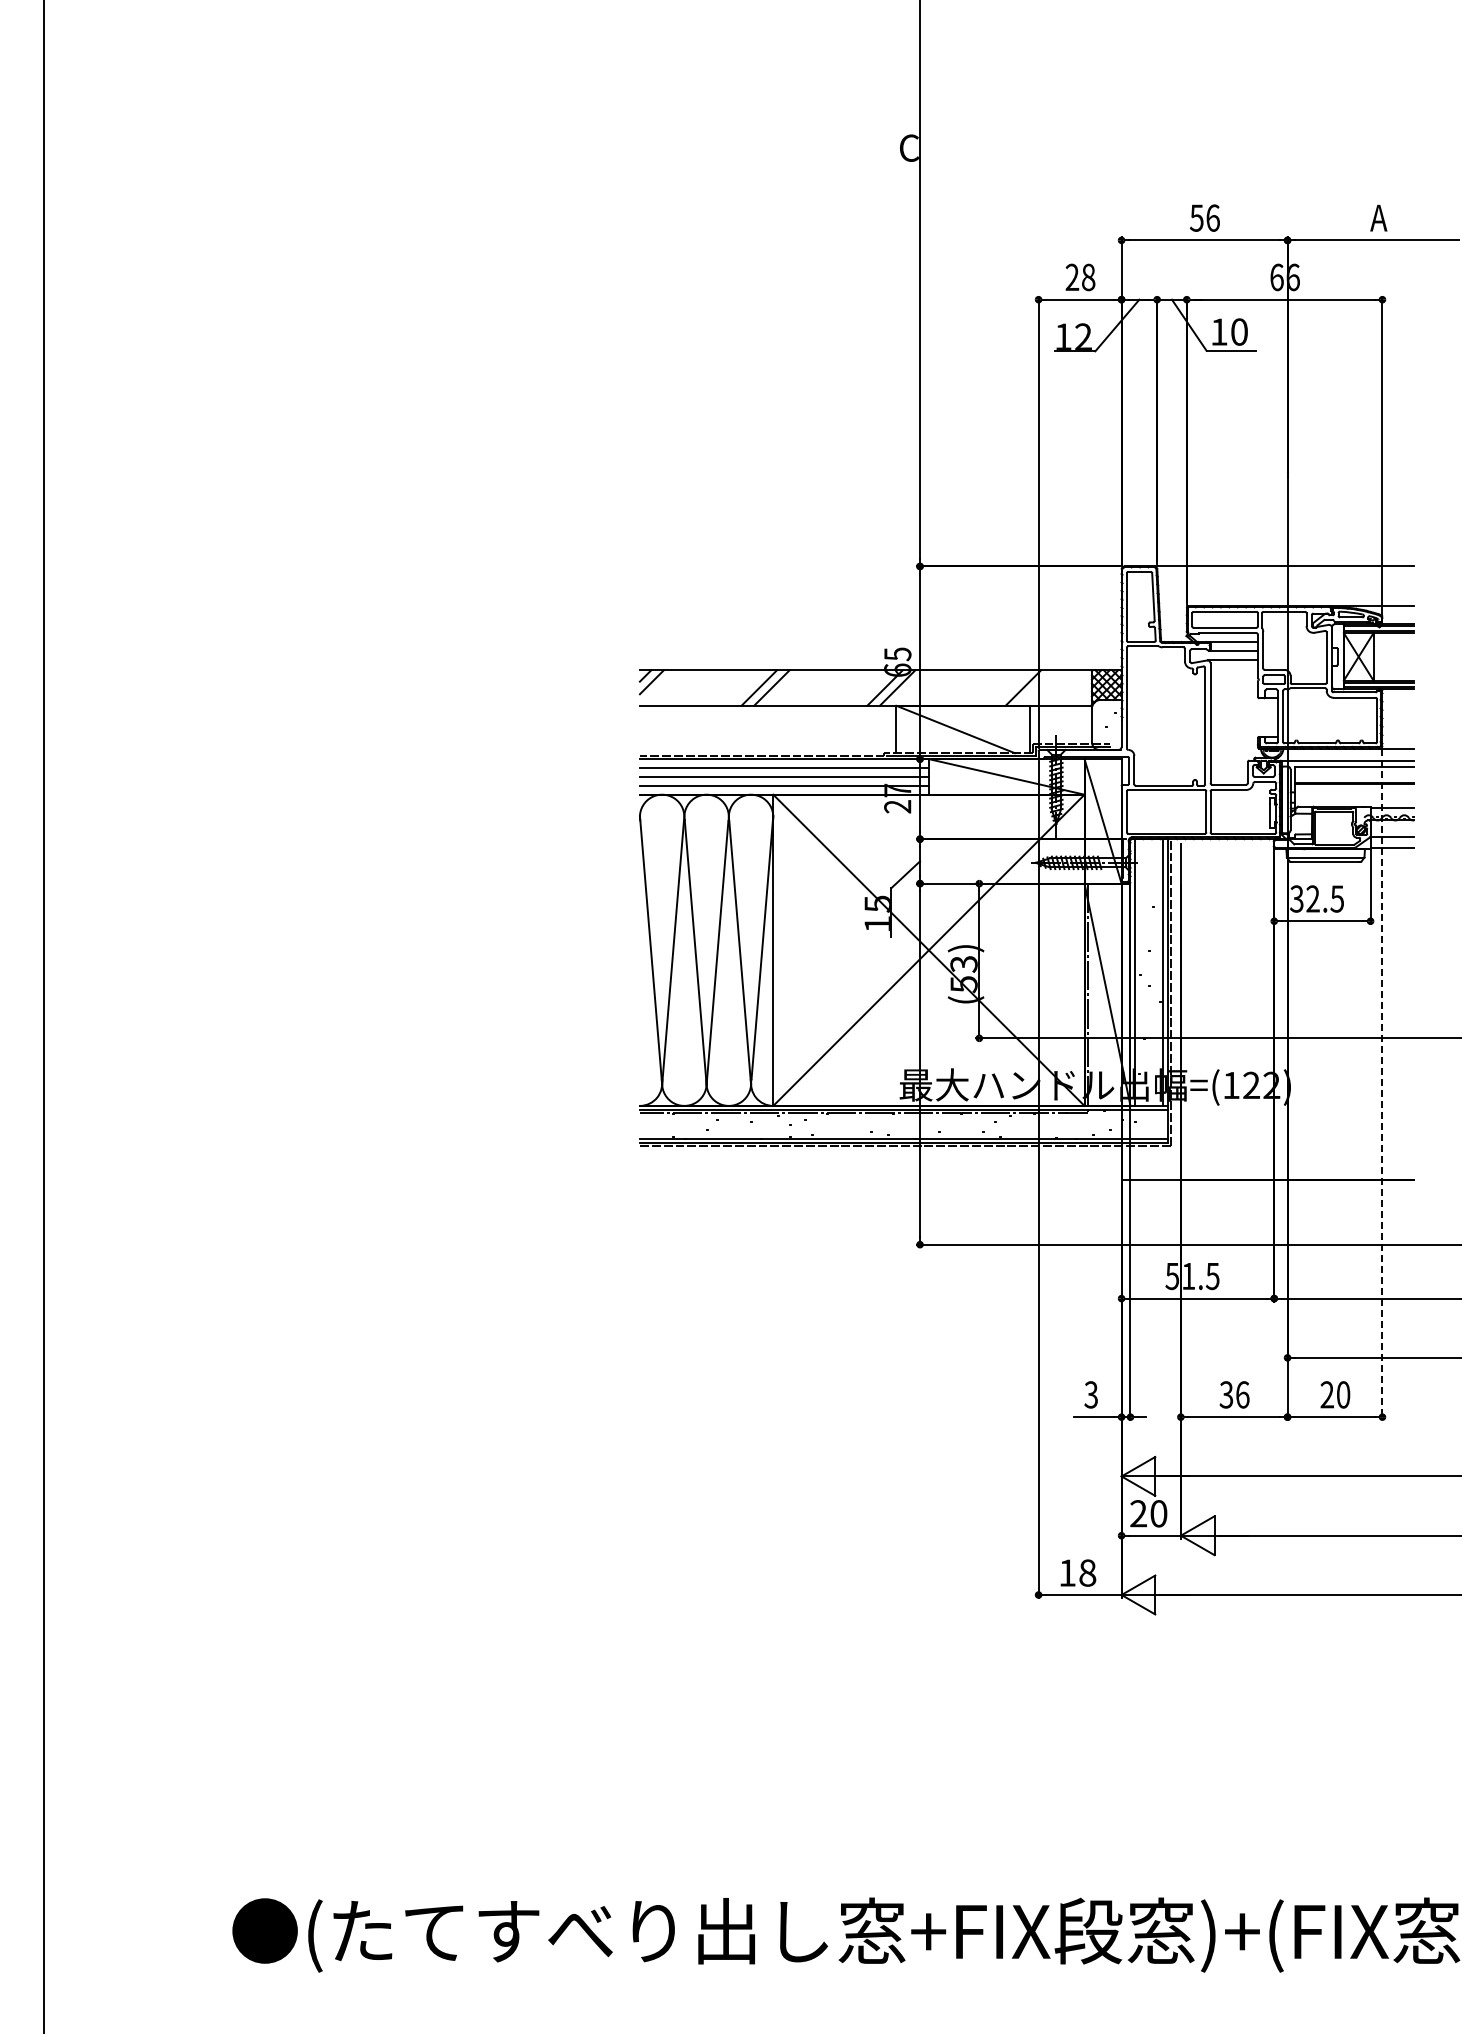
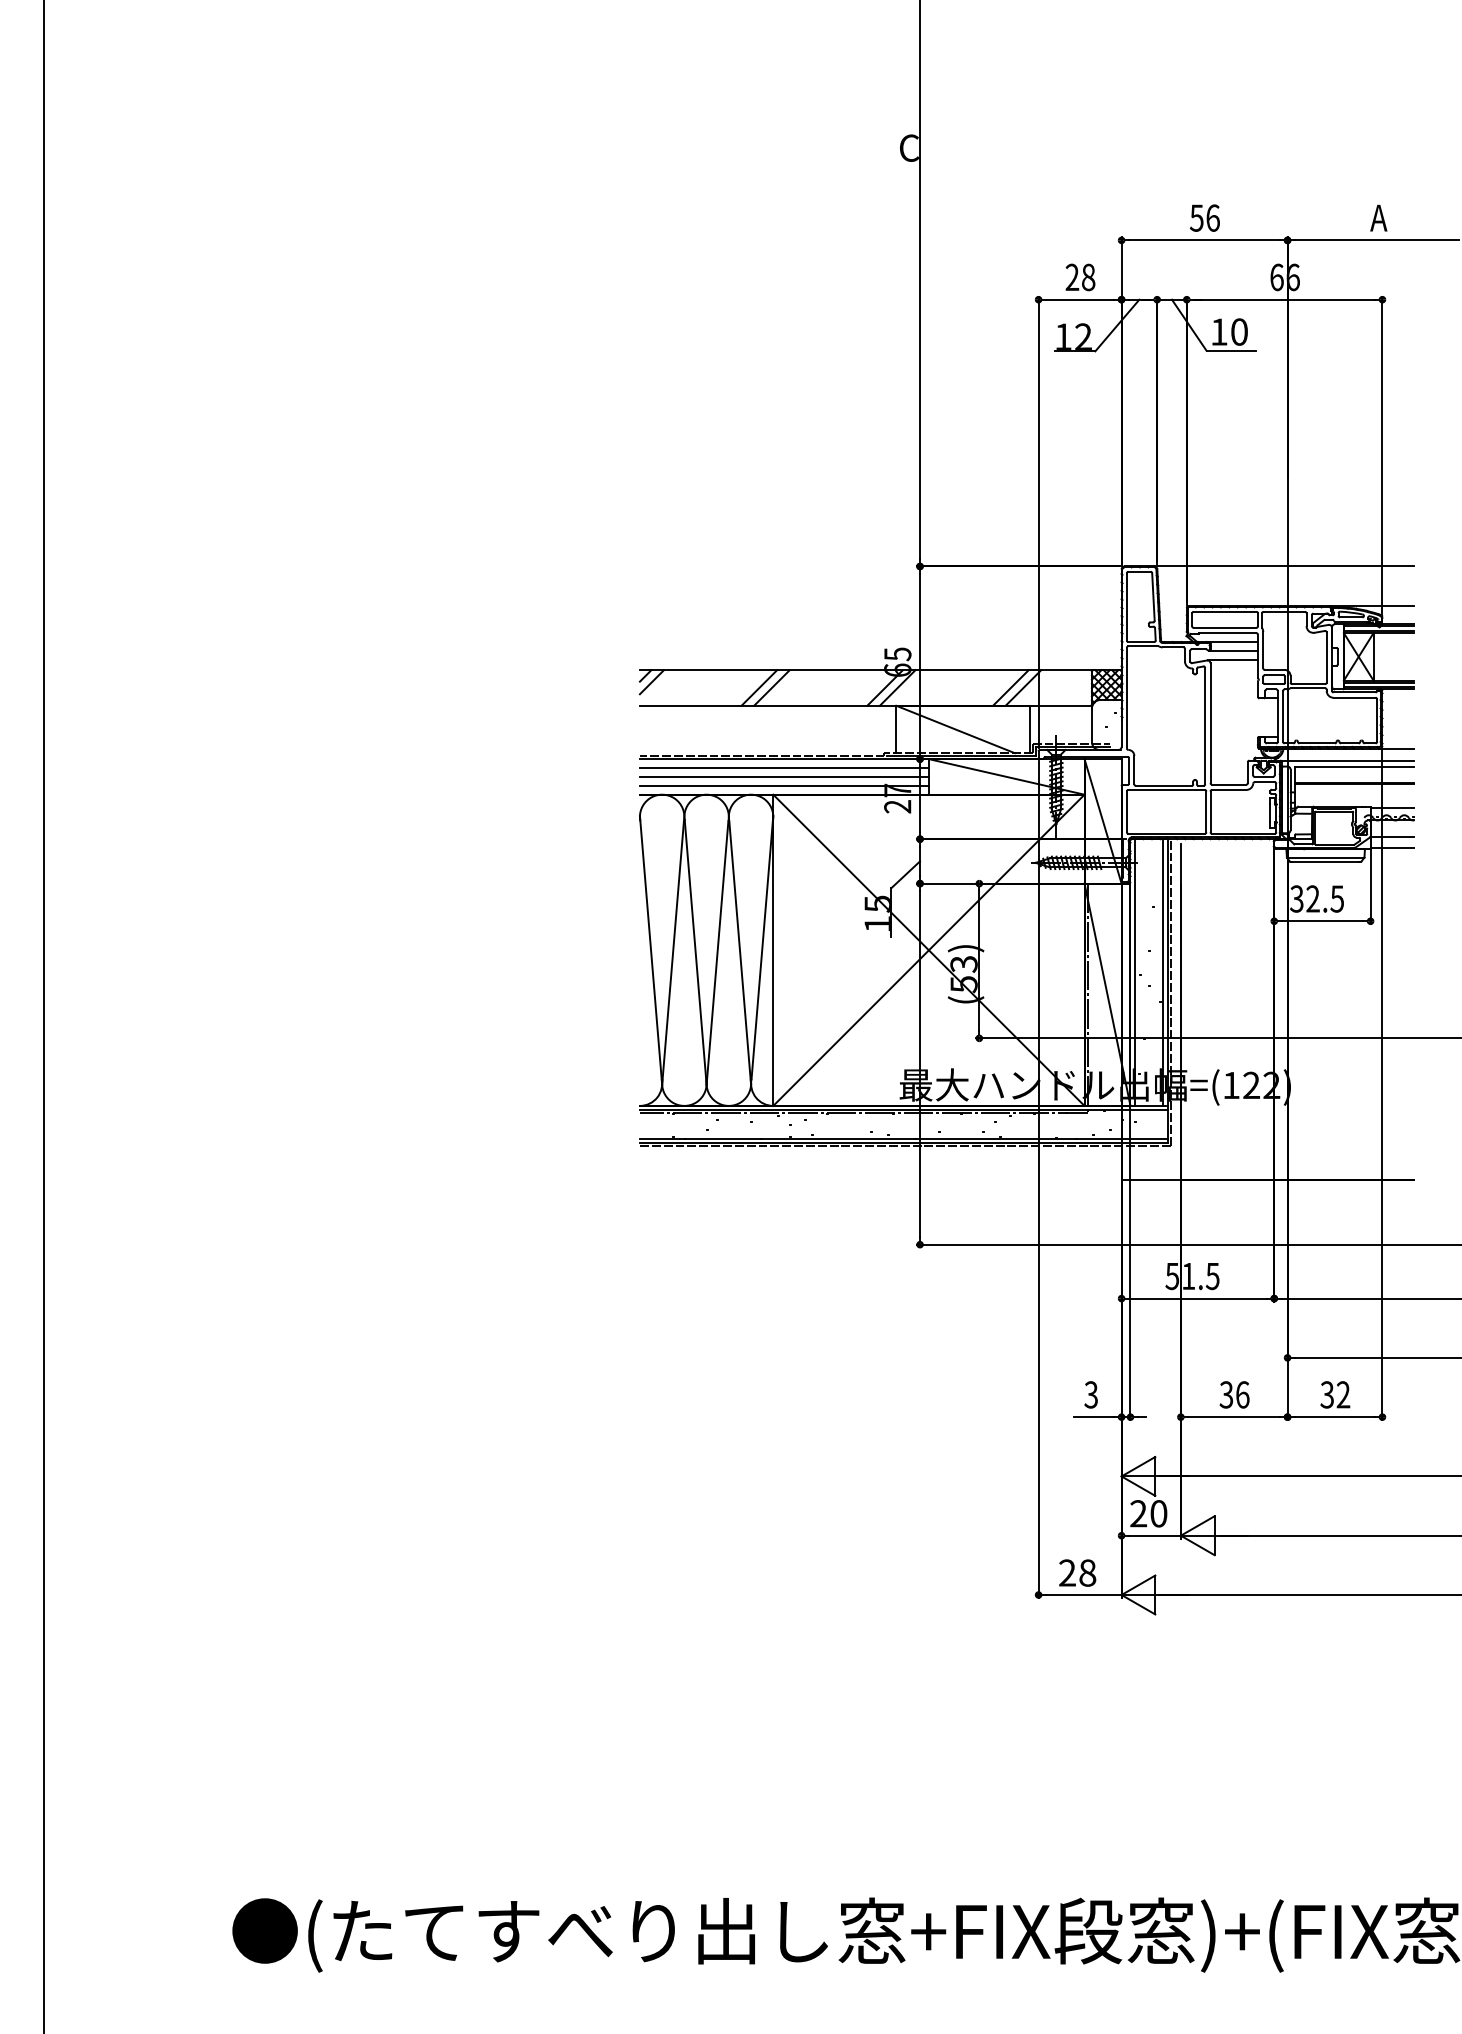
line at (1010, 687): none -> present
line at (1382, 1084): dashed -> solid
text at (1335, 1394): 20 -> 32
text at (1067, 1572): 18 -> 28
